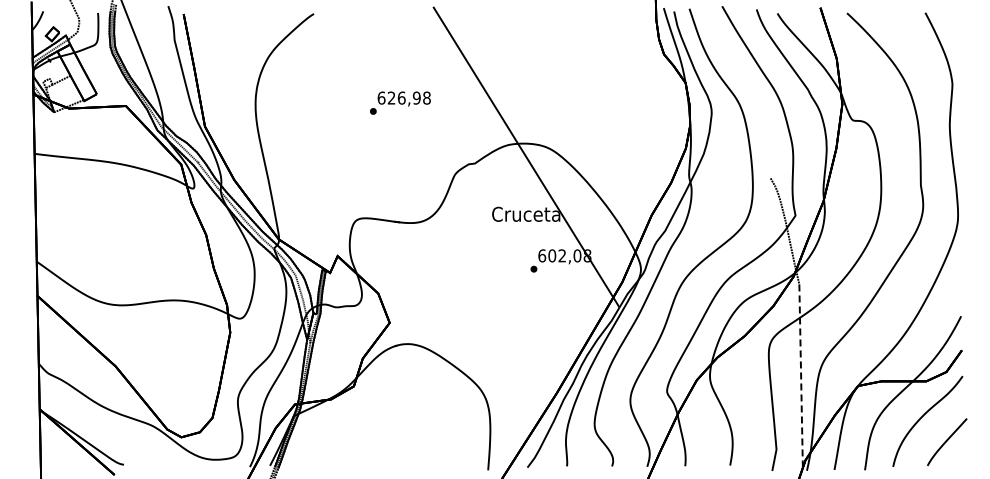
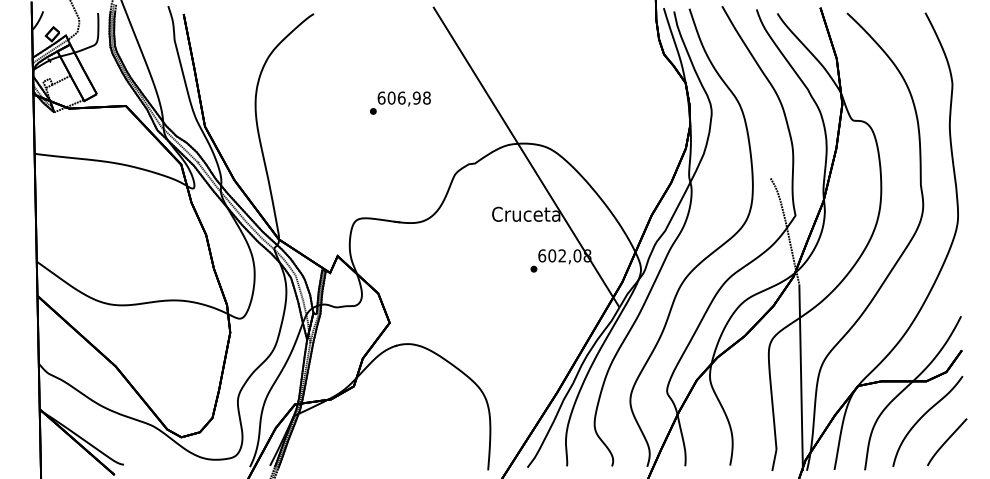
text at (391, 97): 626,98 -> 606,98
line at (801, 378): dashed -> solid
